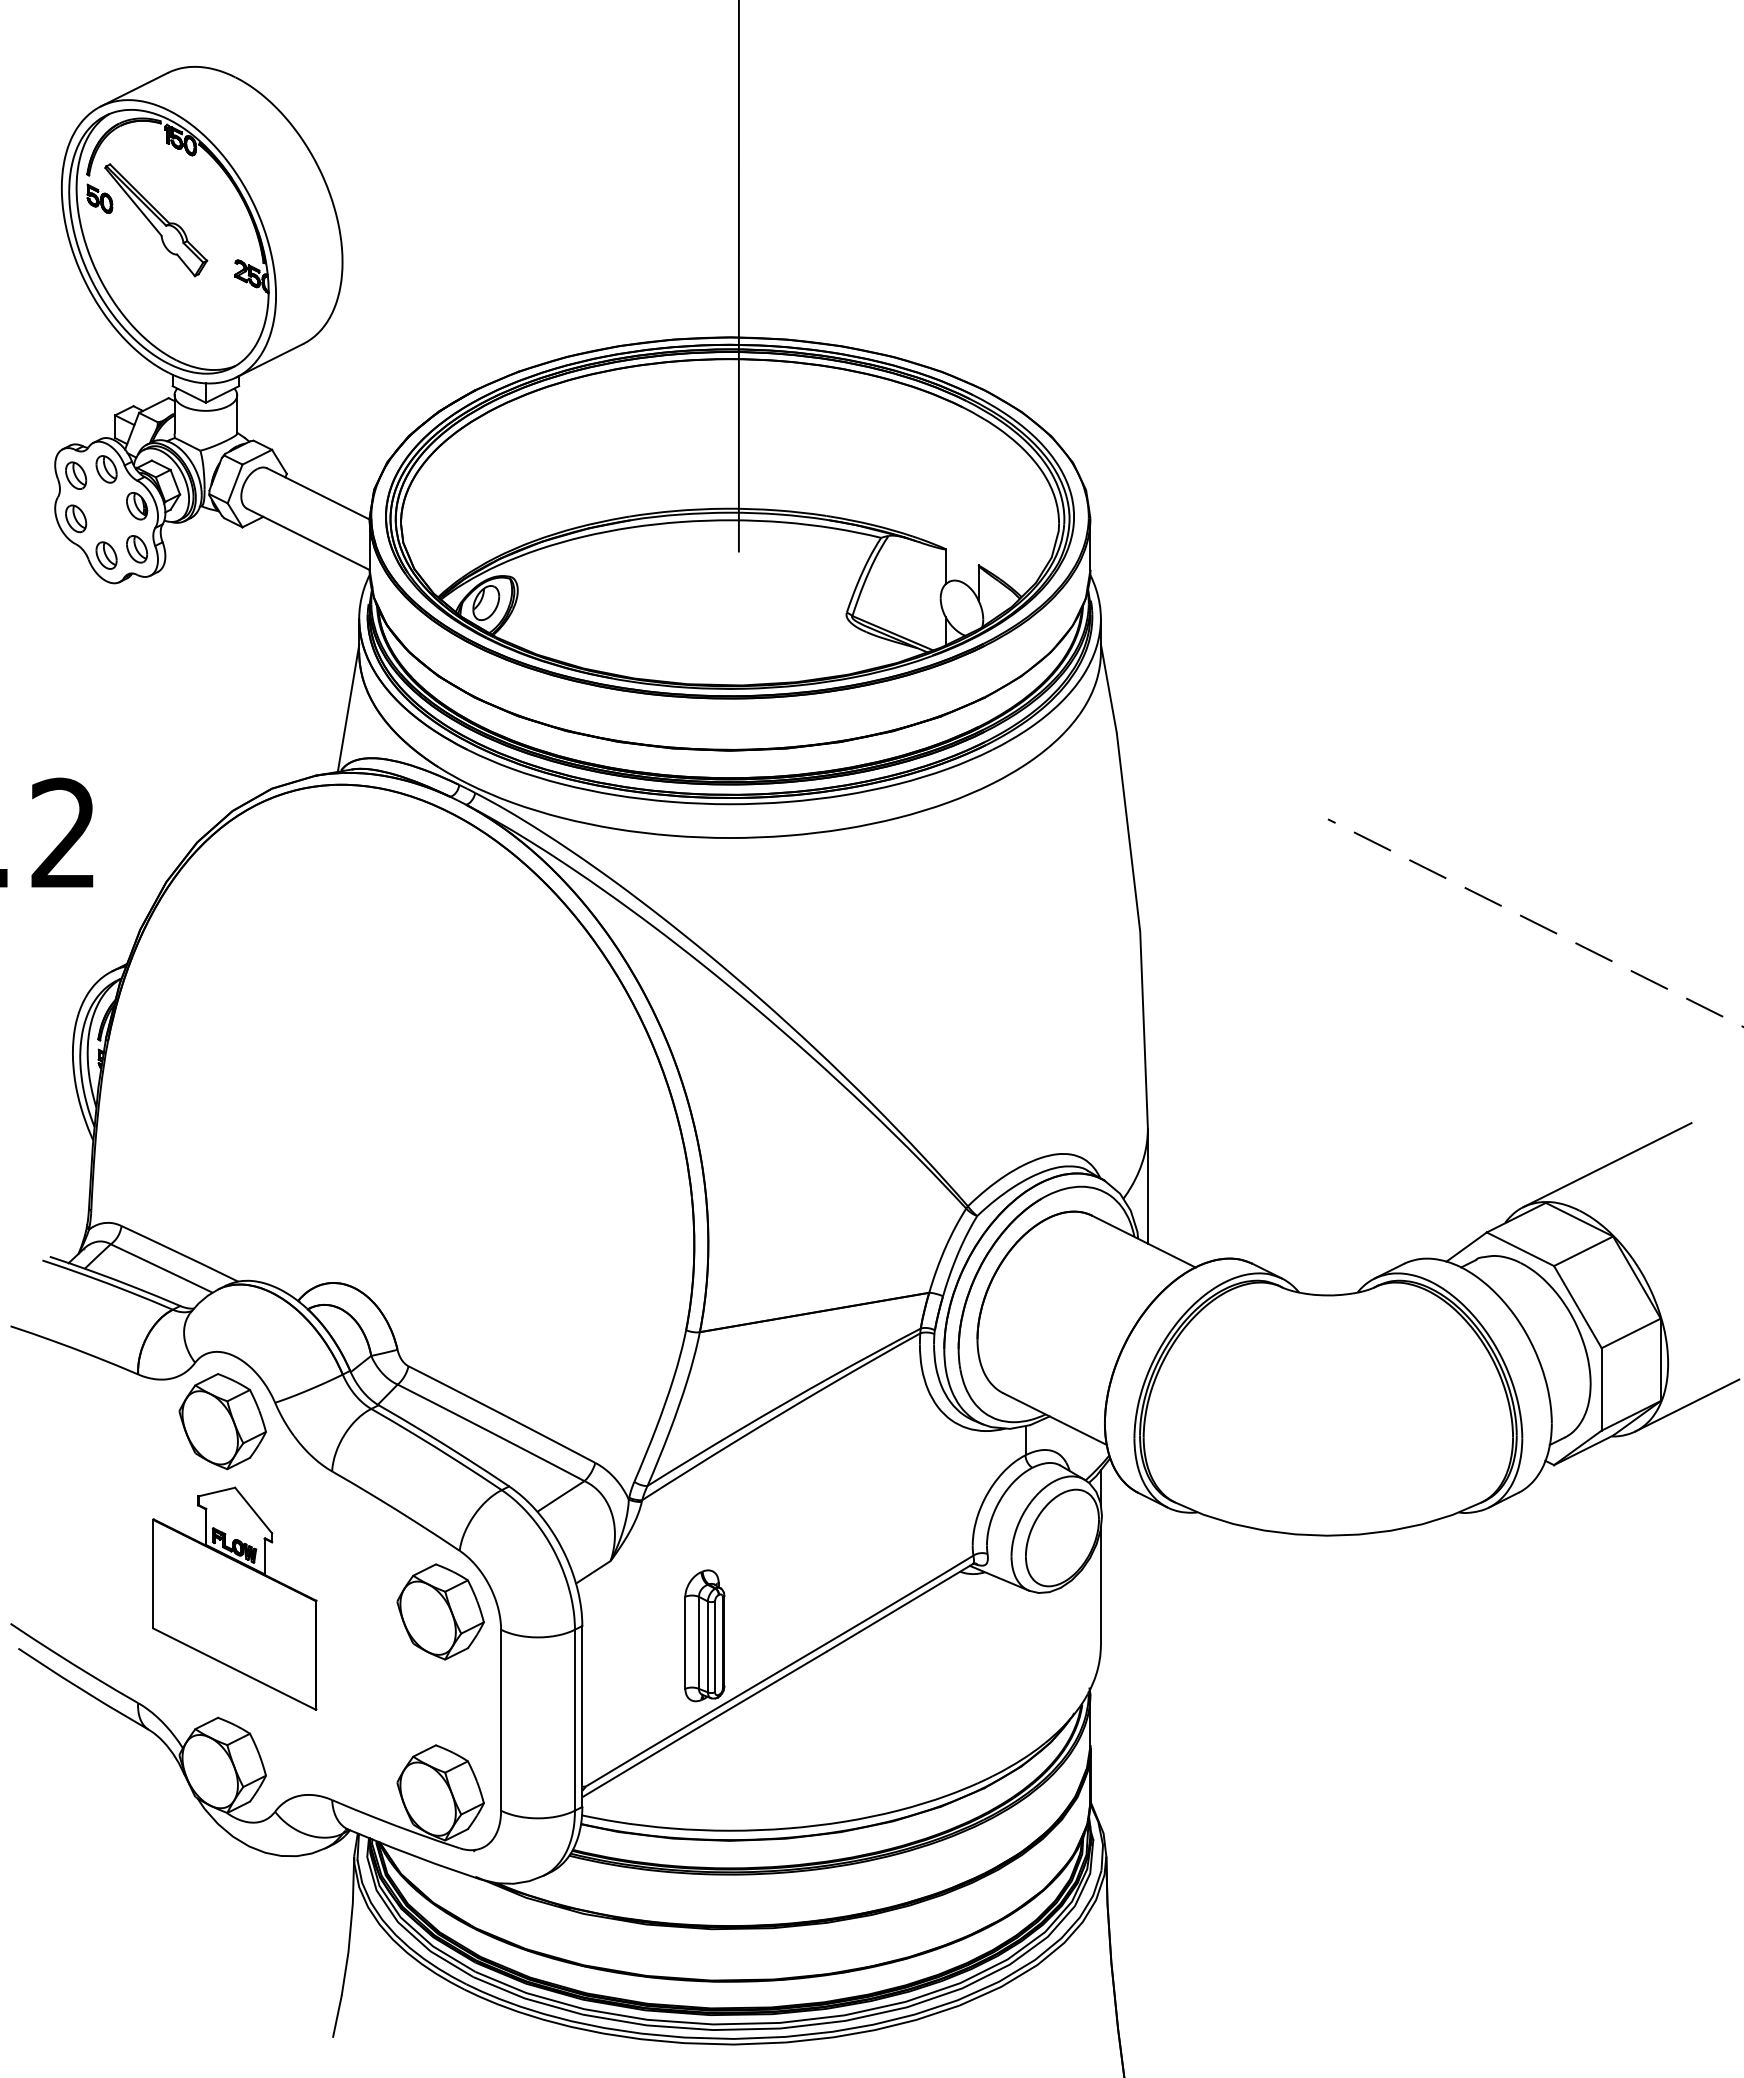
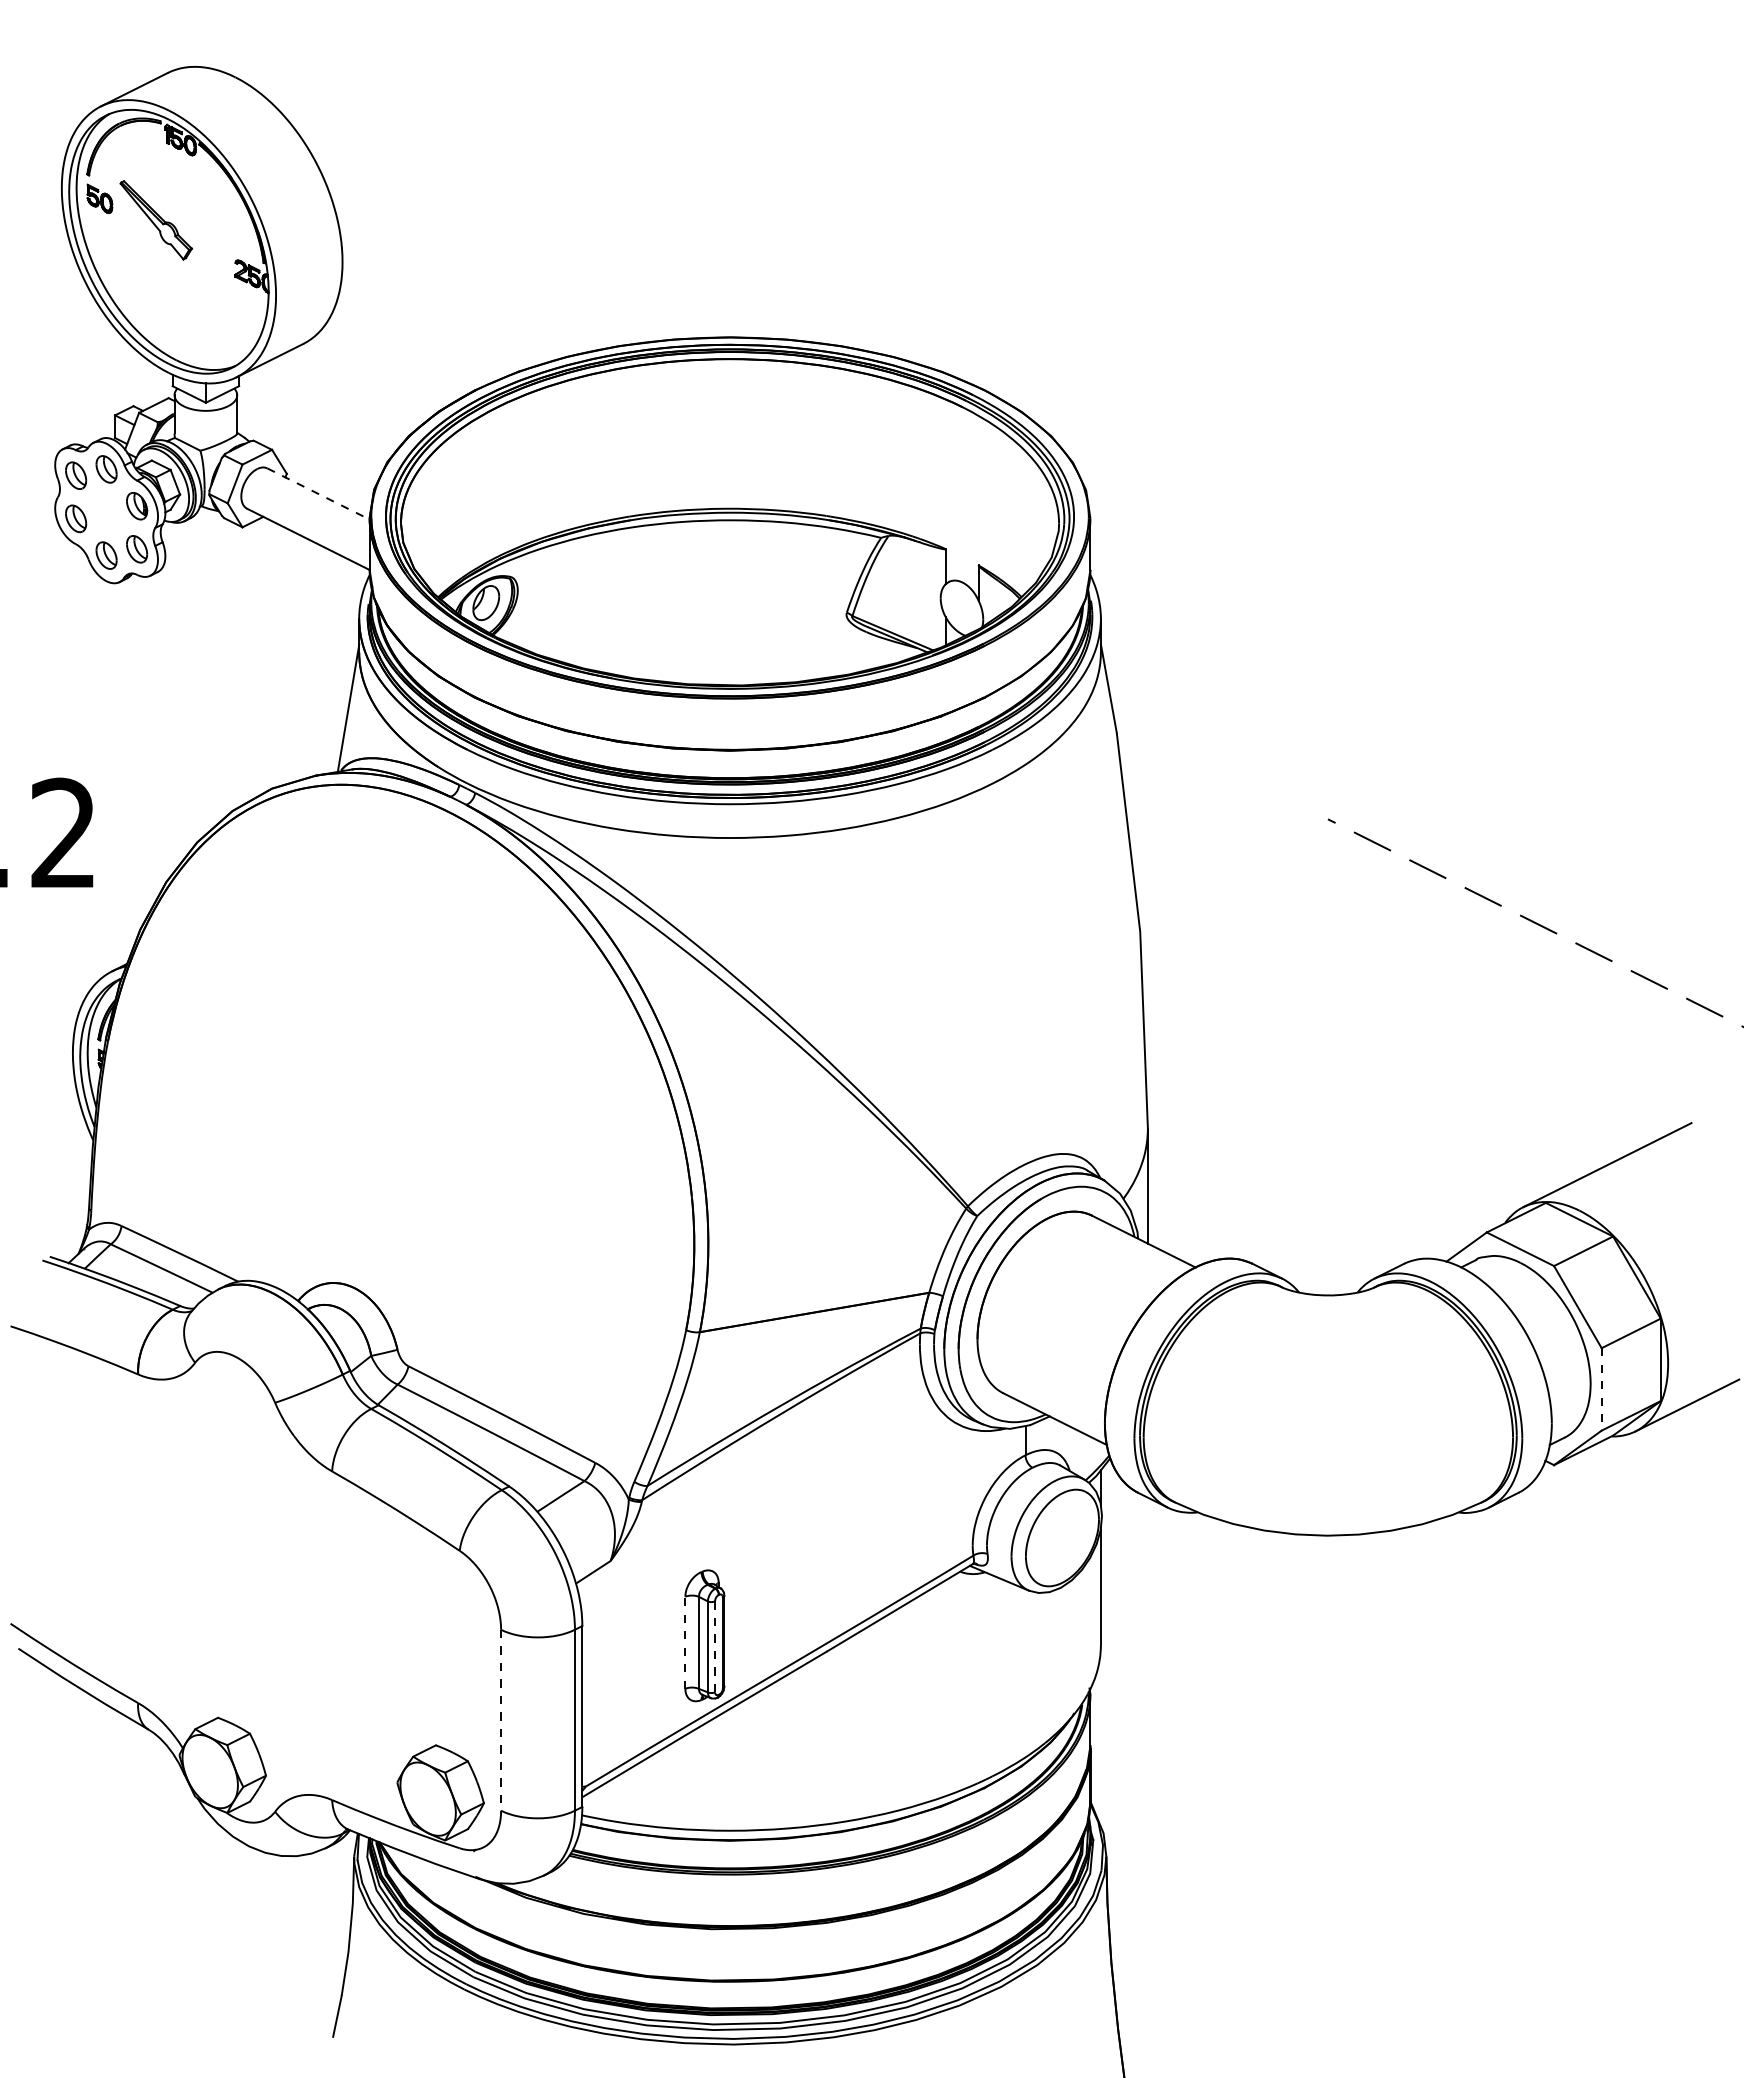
part at (156, 220) size: 105x115 px -> 74x81 px
line at (738, 276): present -> none
line at (318, 494): solid -> dashed
line at (1601, 1389): solid -> dashed
part at (222, 1421): present -> none
part at (234, 1598): present -> none
part at (440, 1611): present -> none
line at (685, 1642): solid -> dashed
line at (715, 1647): solid -> dashed
line at (501, 1720): solid -> dashed
